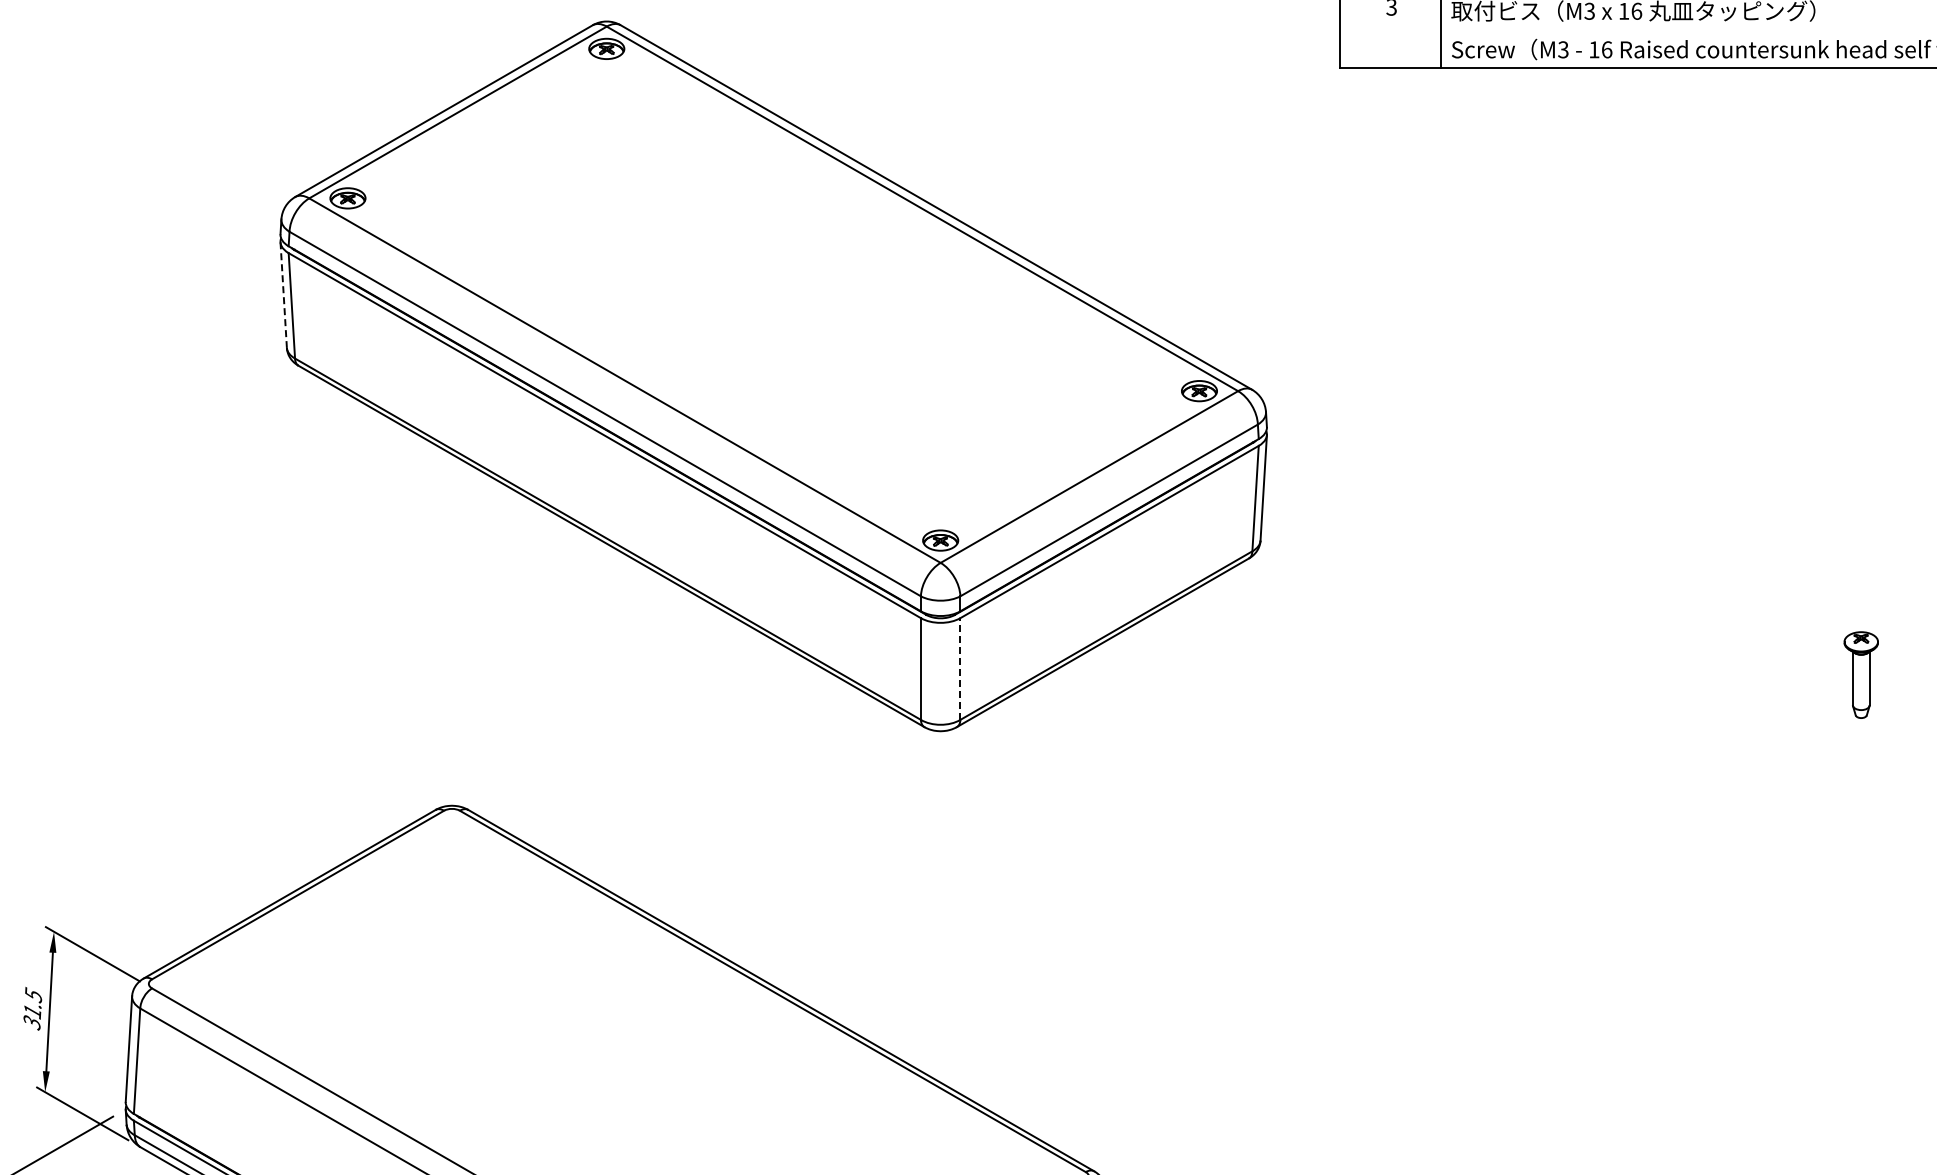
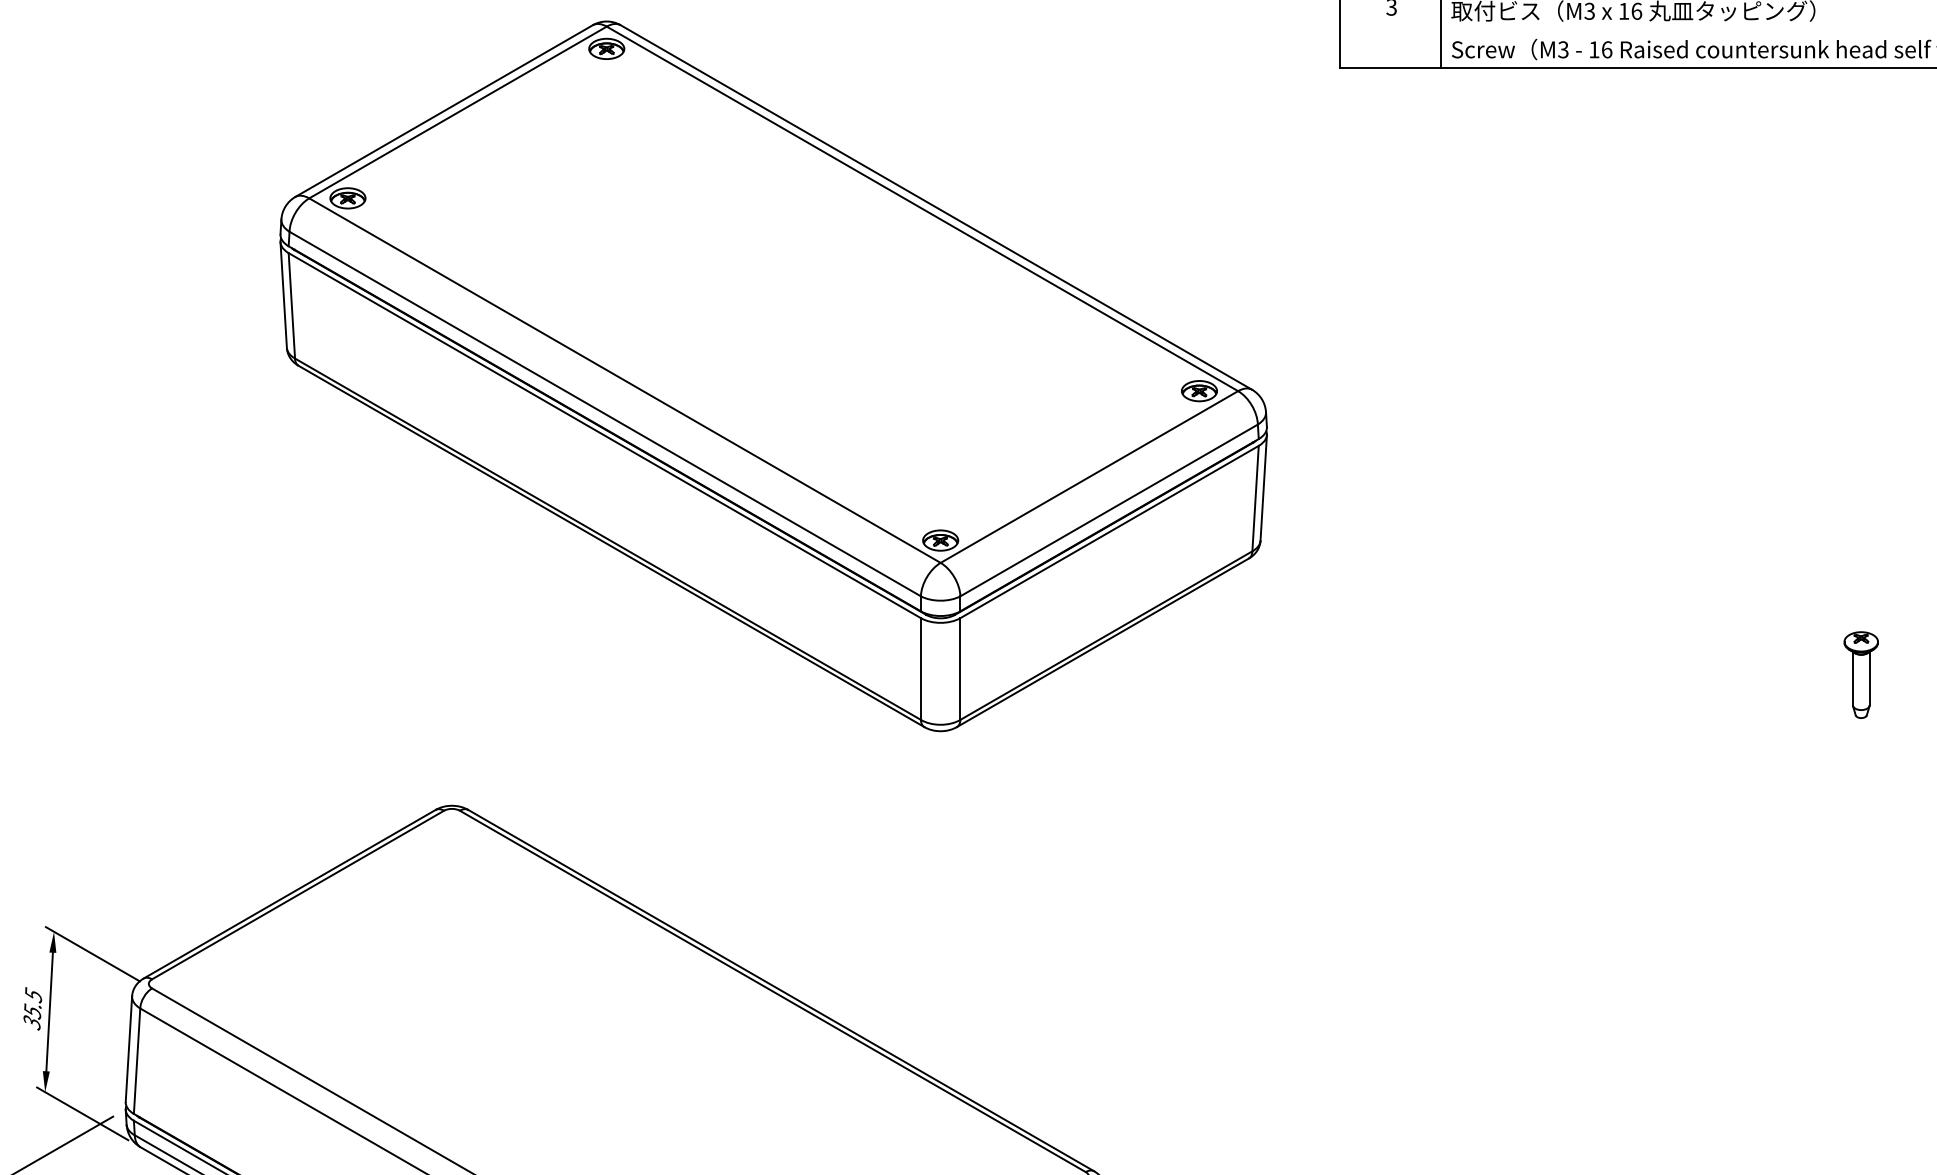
line at (283, 295): dashed -> solid
line at (960, 669): dashed -> solid
text at (32, 1011): 31.5 -> 35.5
